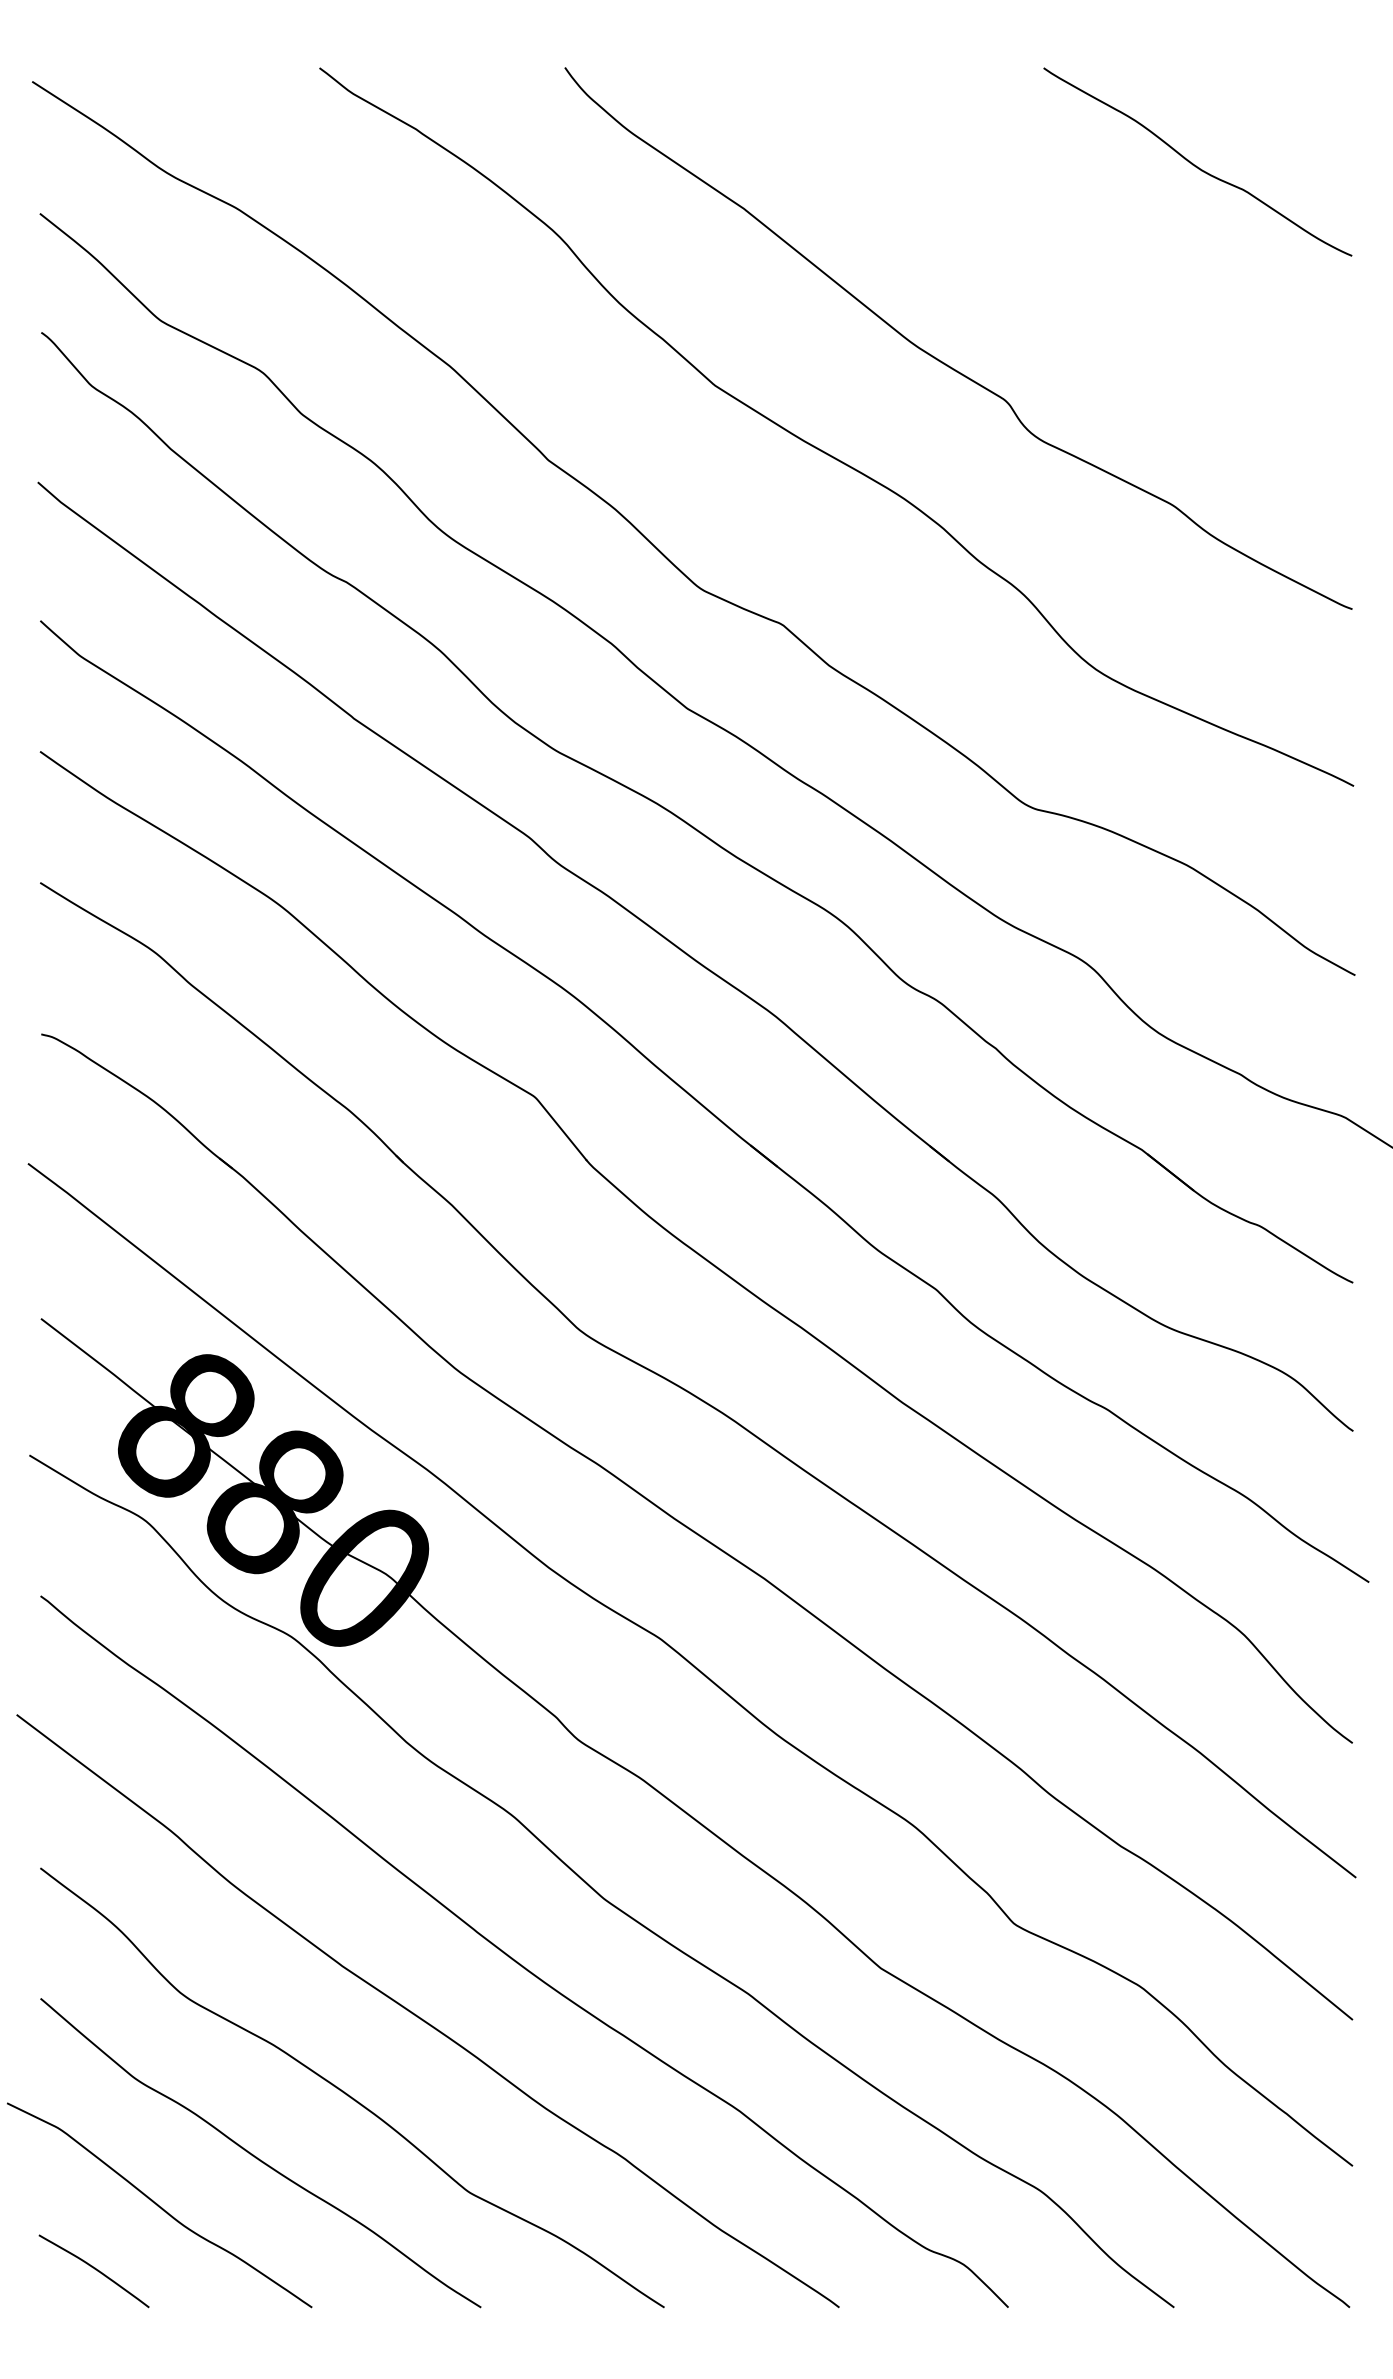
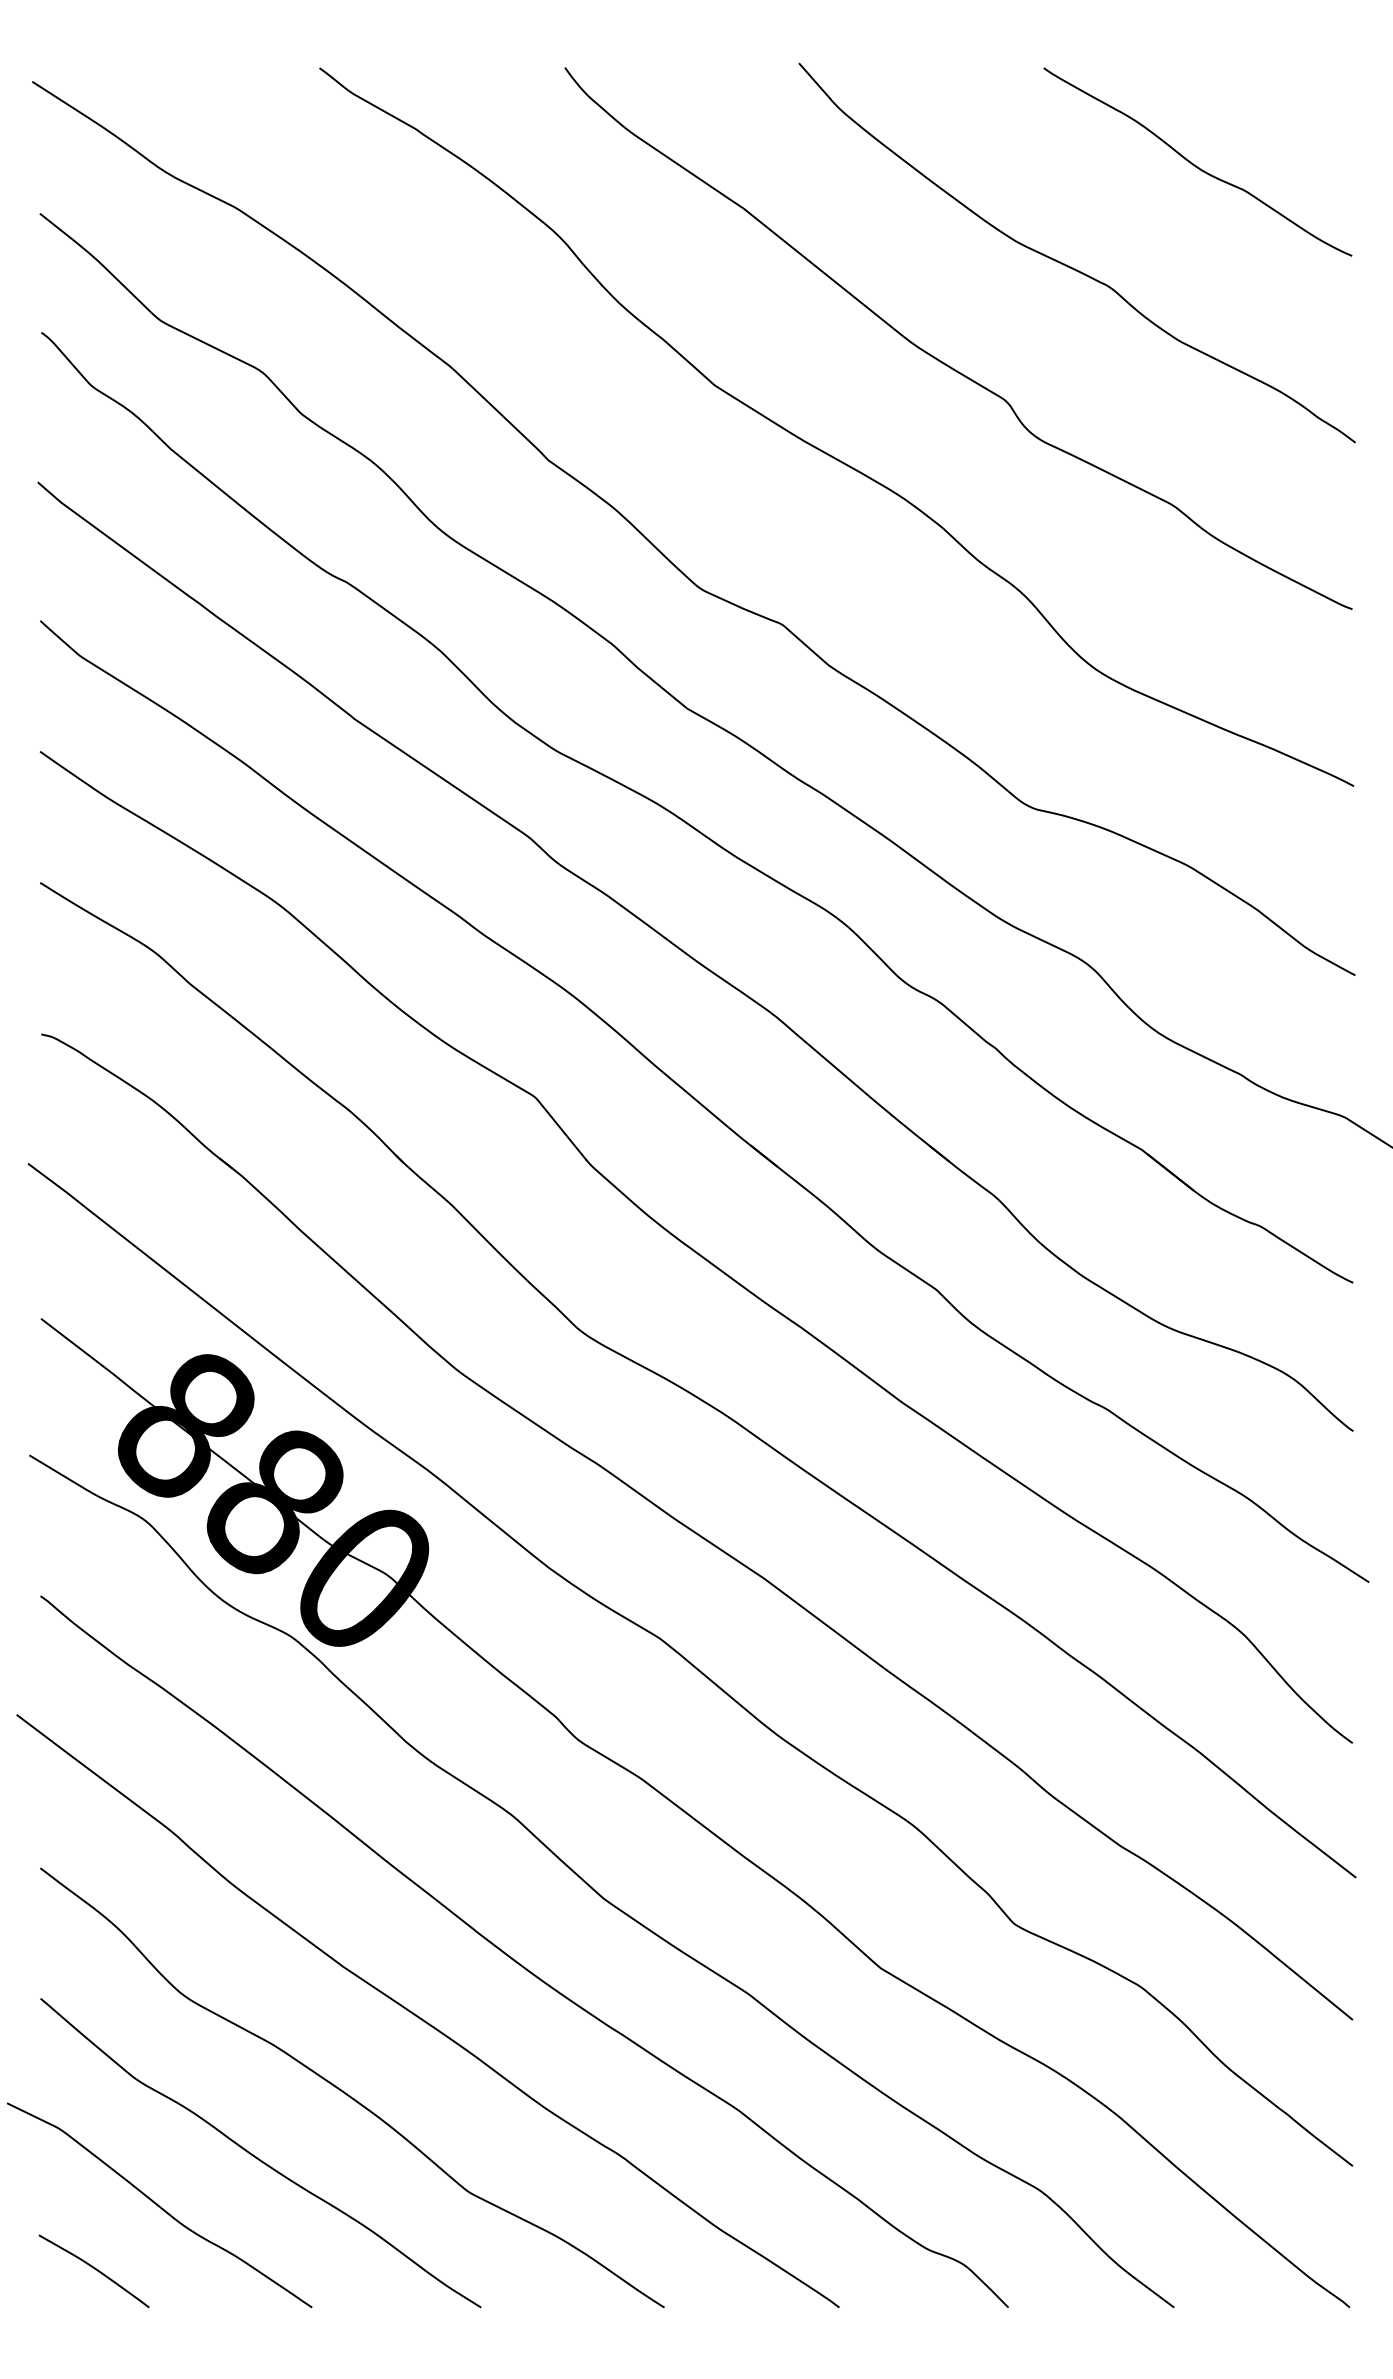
curve at (1070, 266): none -> present
